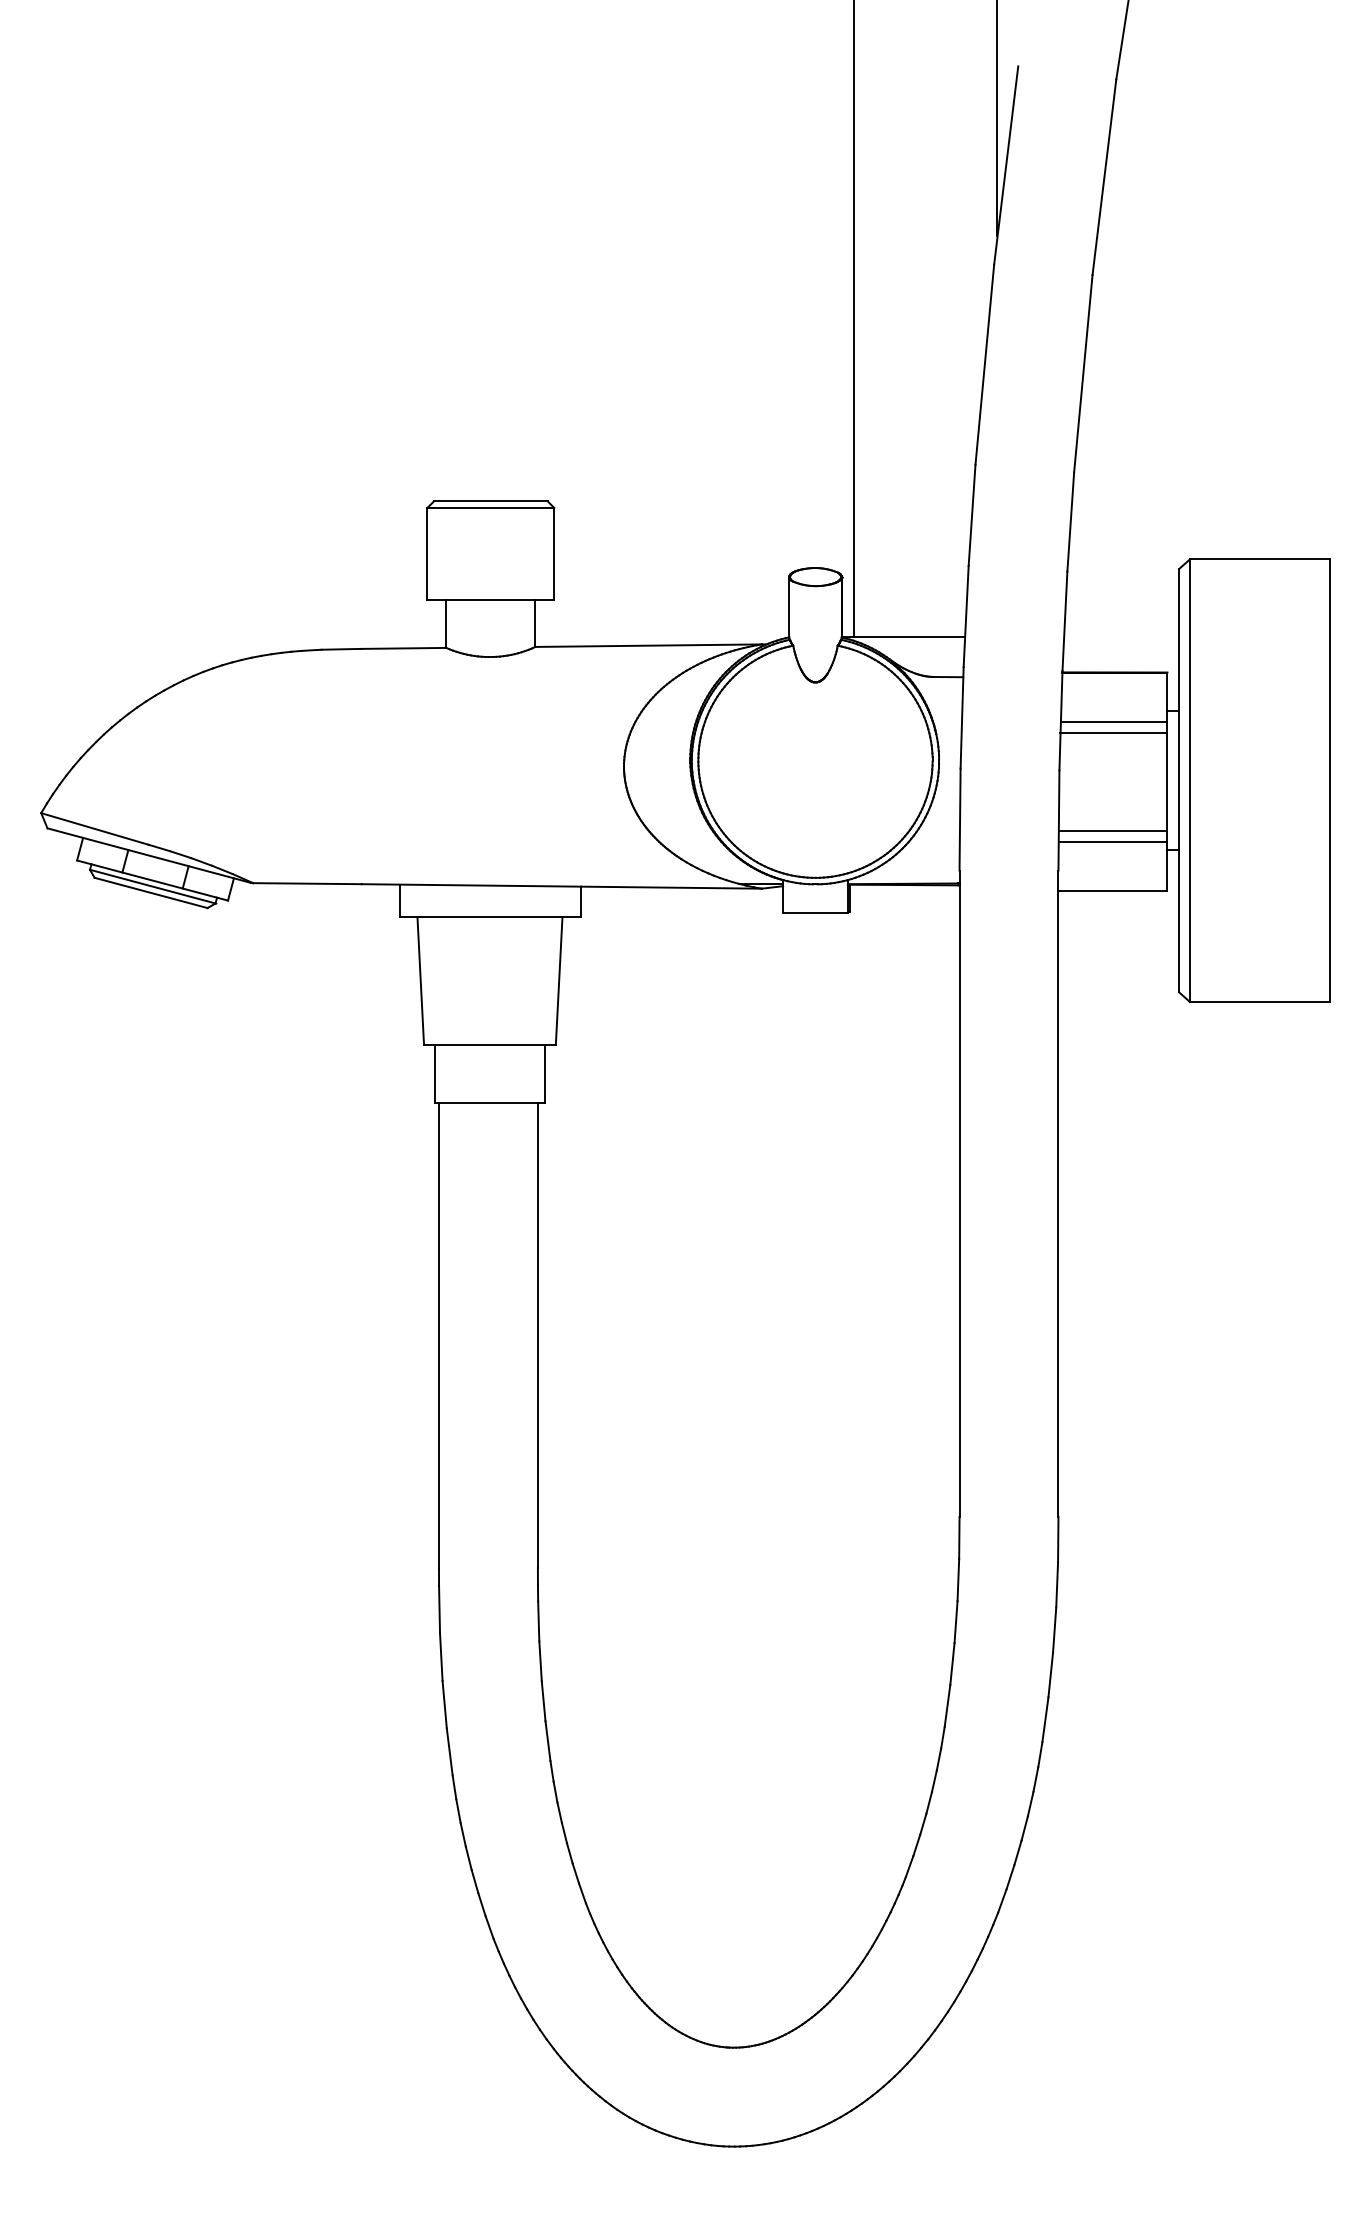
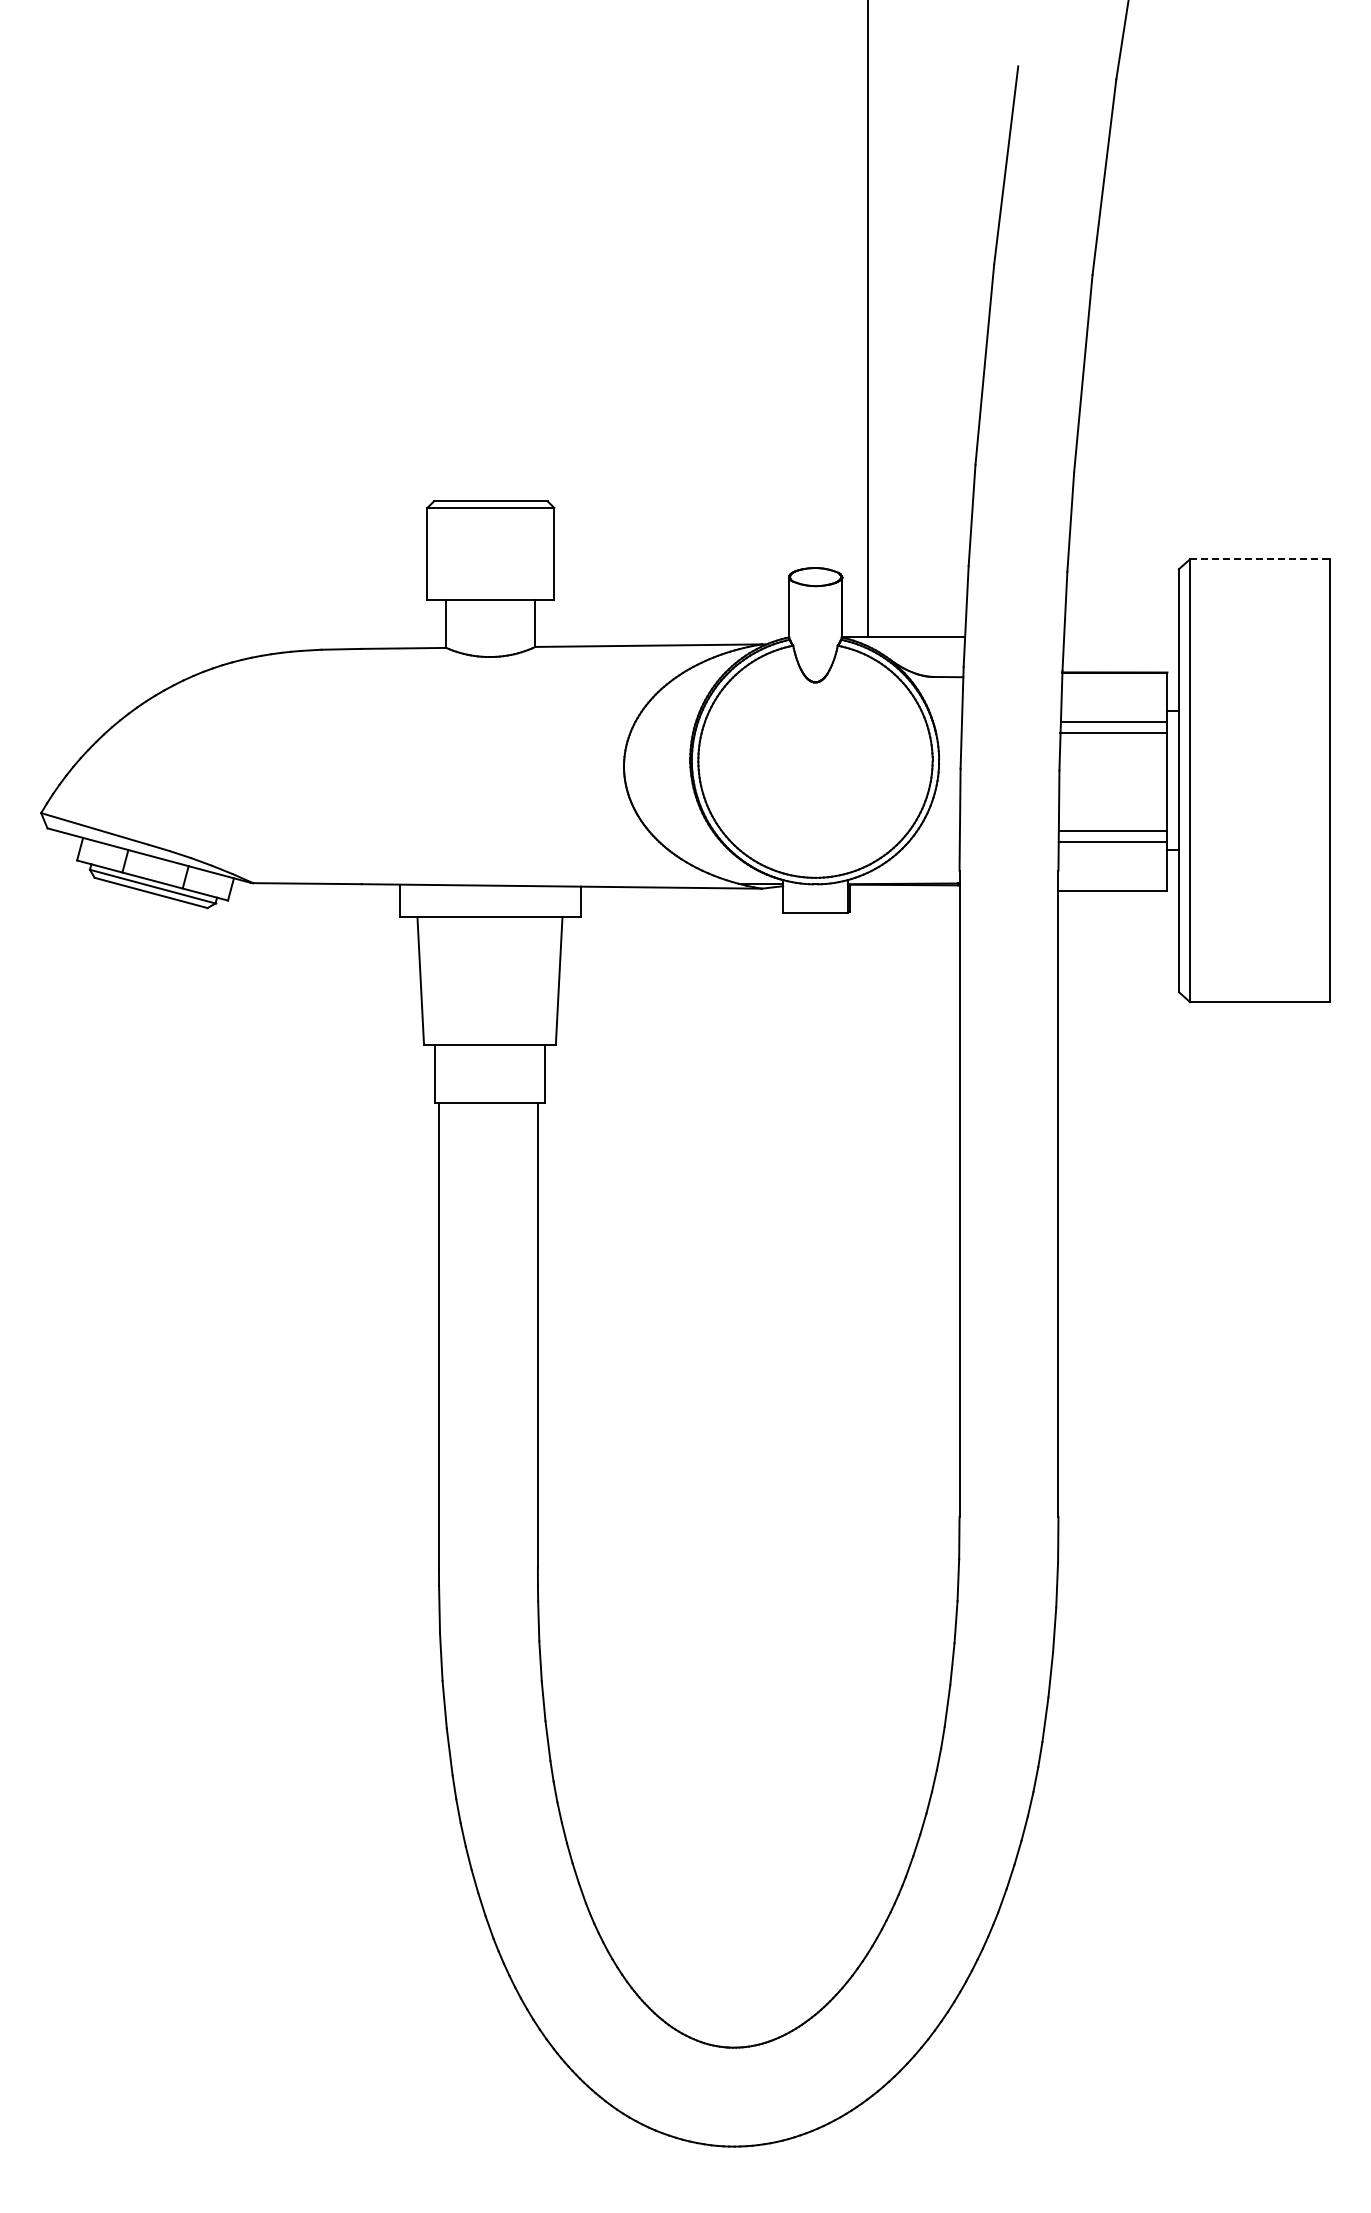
line at (997, 119): present -> none
line at (854, 319) position: (854, 319) -> (868, 319)
line at (1259, 559): solid -> dashed
